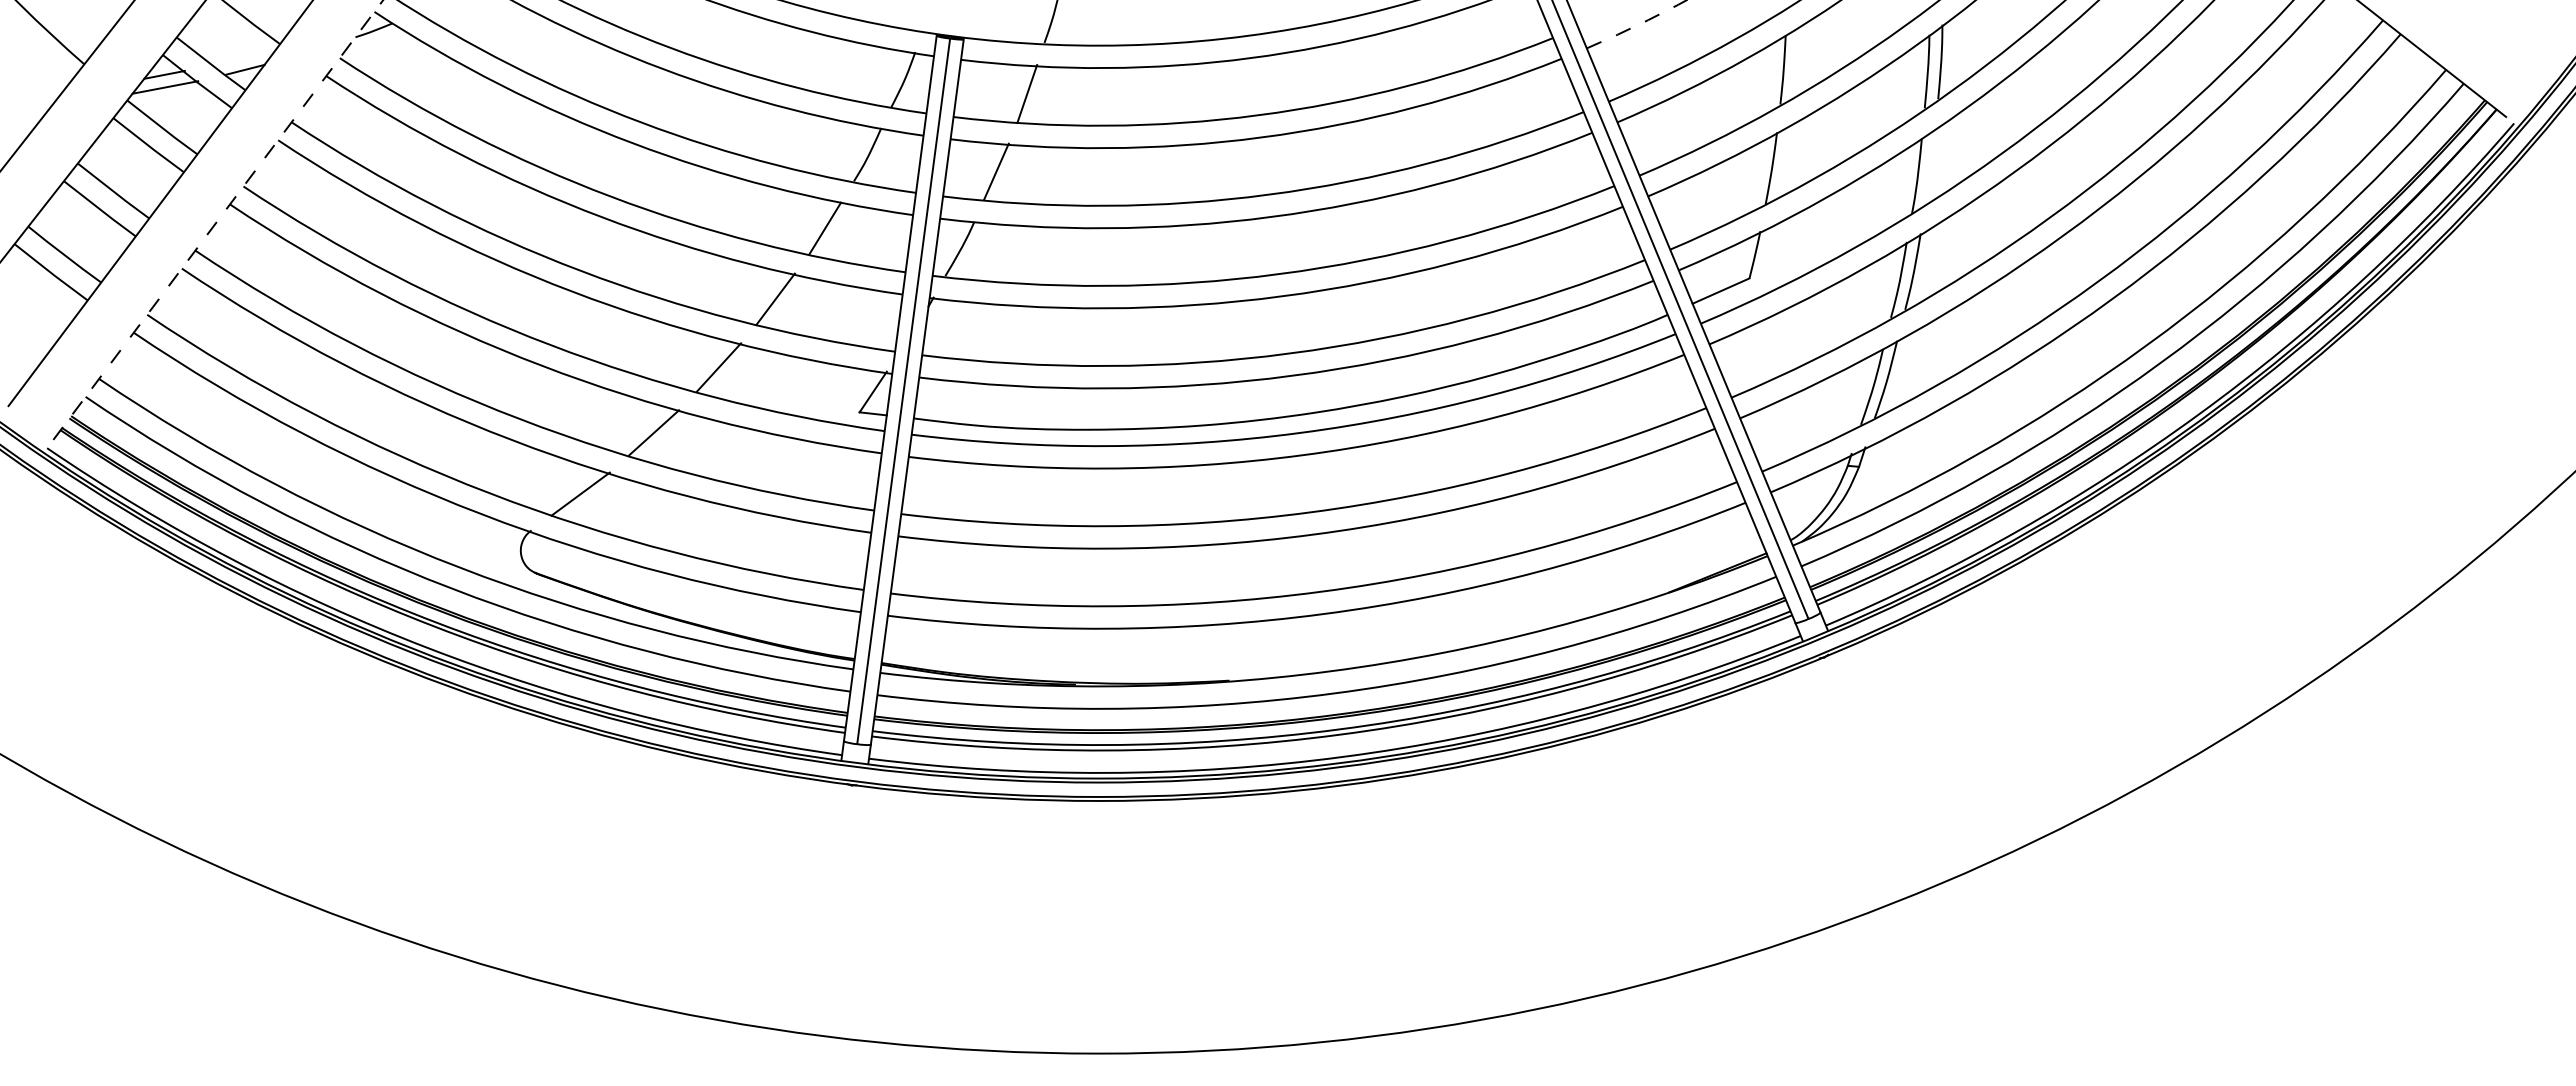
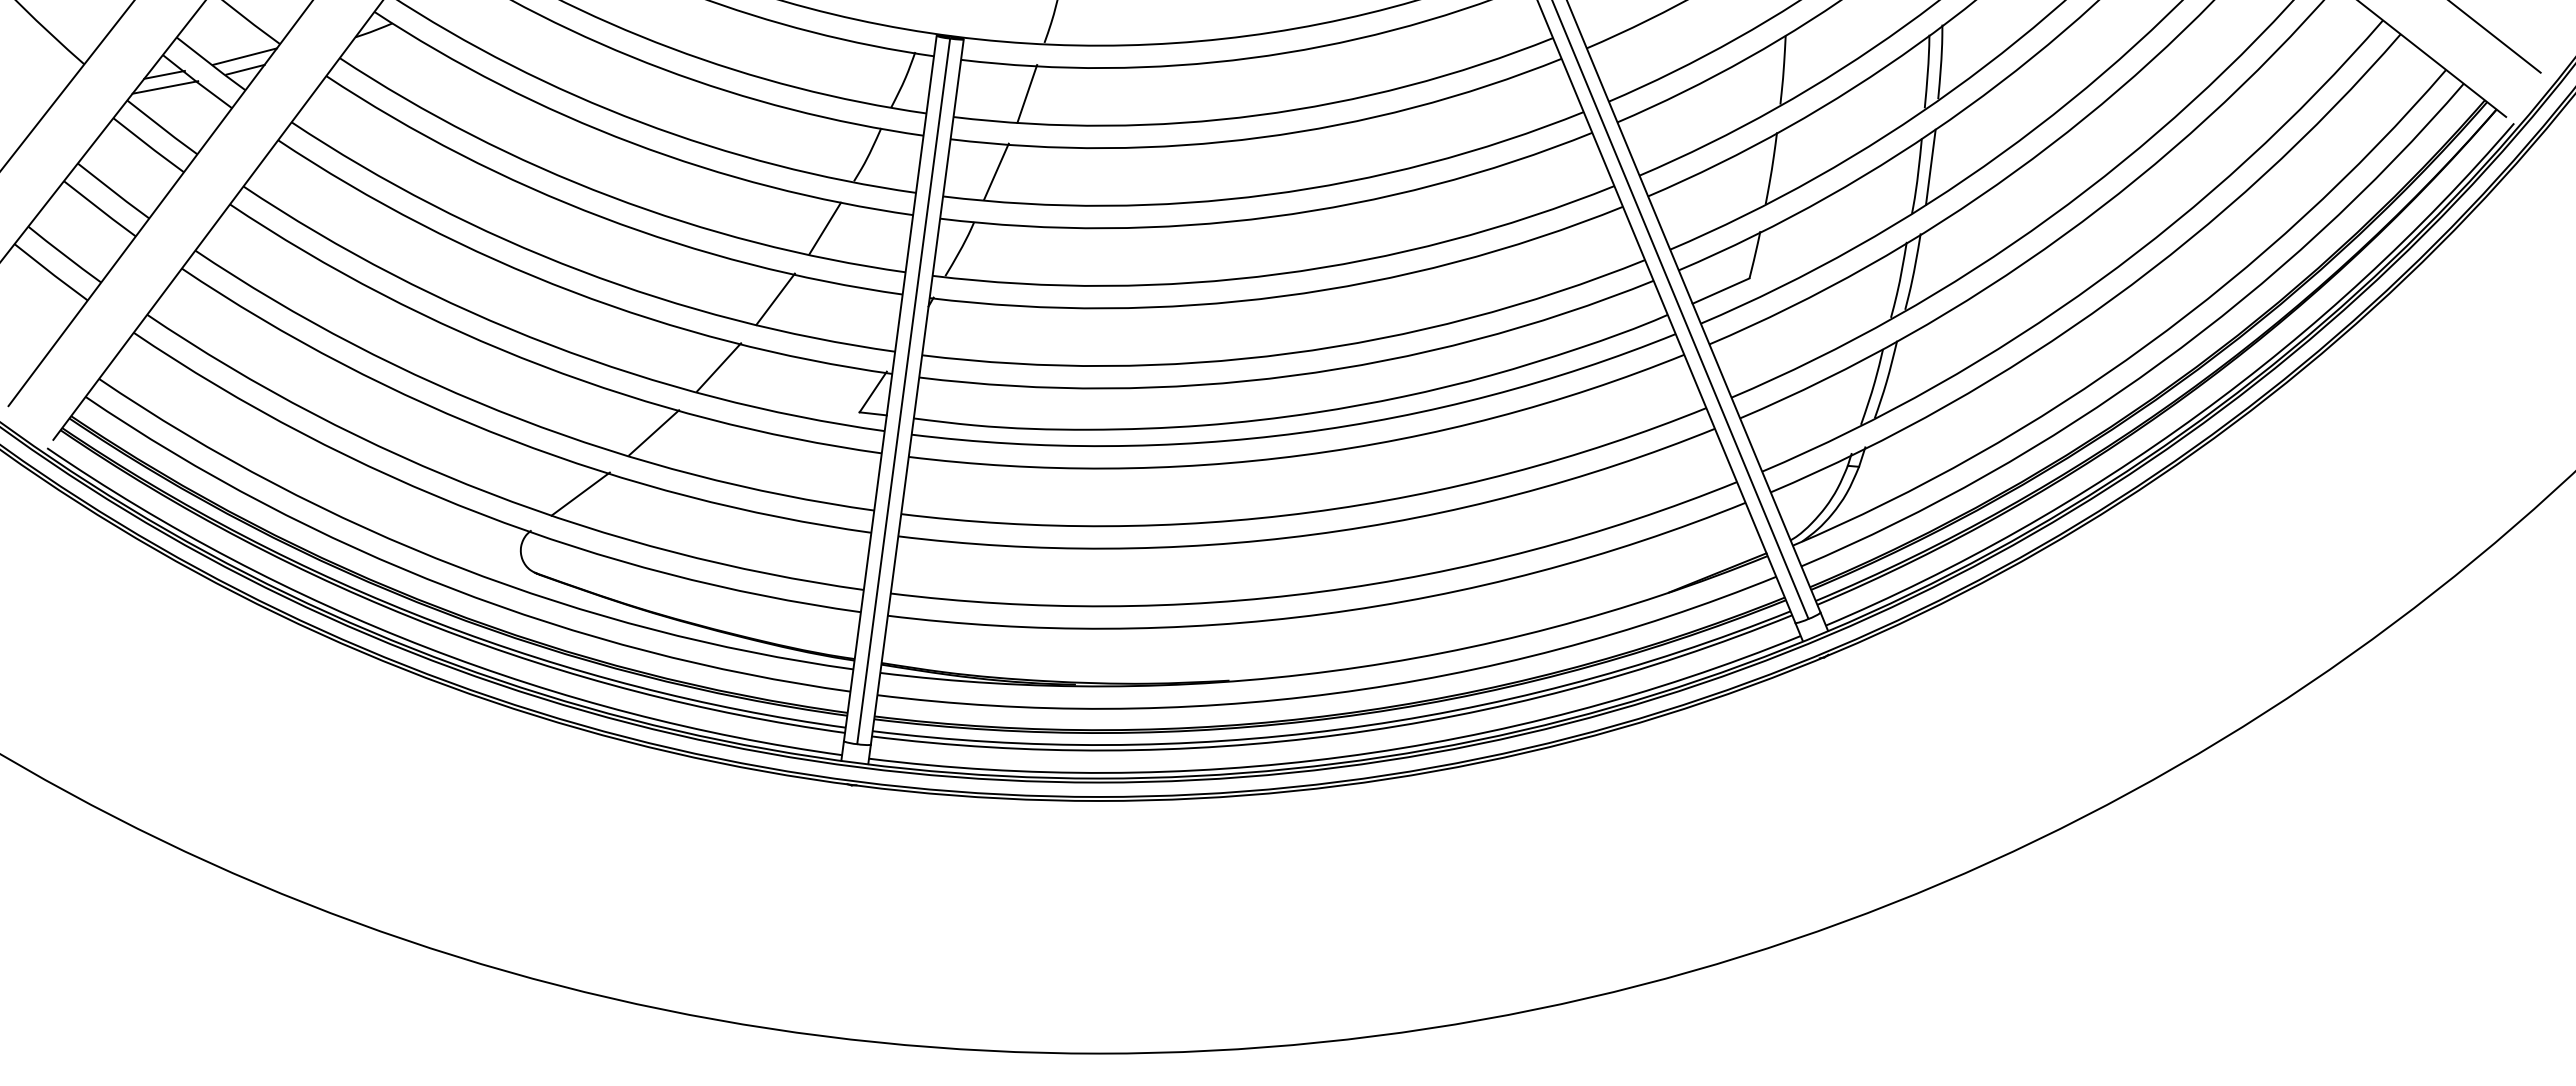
arc at (1638, 24): dashed -> solid
line at (2495, 37): none -> present
line at (245, 56): none -> present
line at (1930, 166): none -> present
line at (218, 220): dashed -> solid
